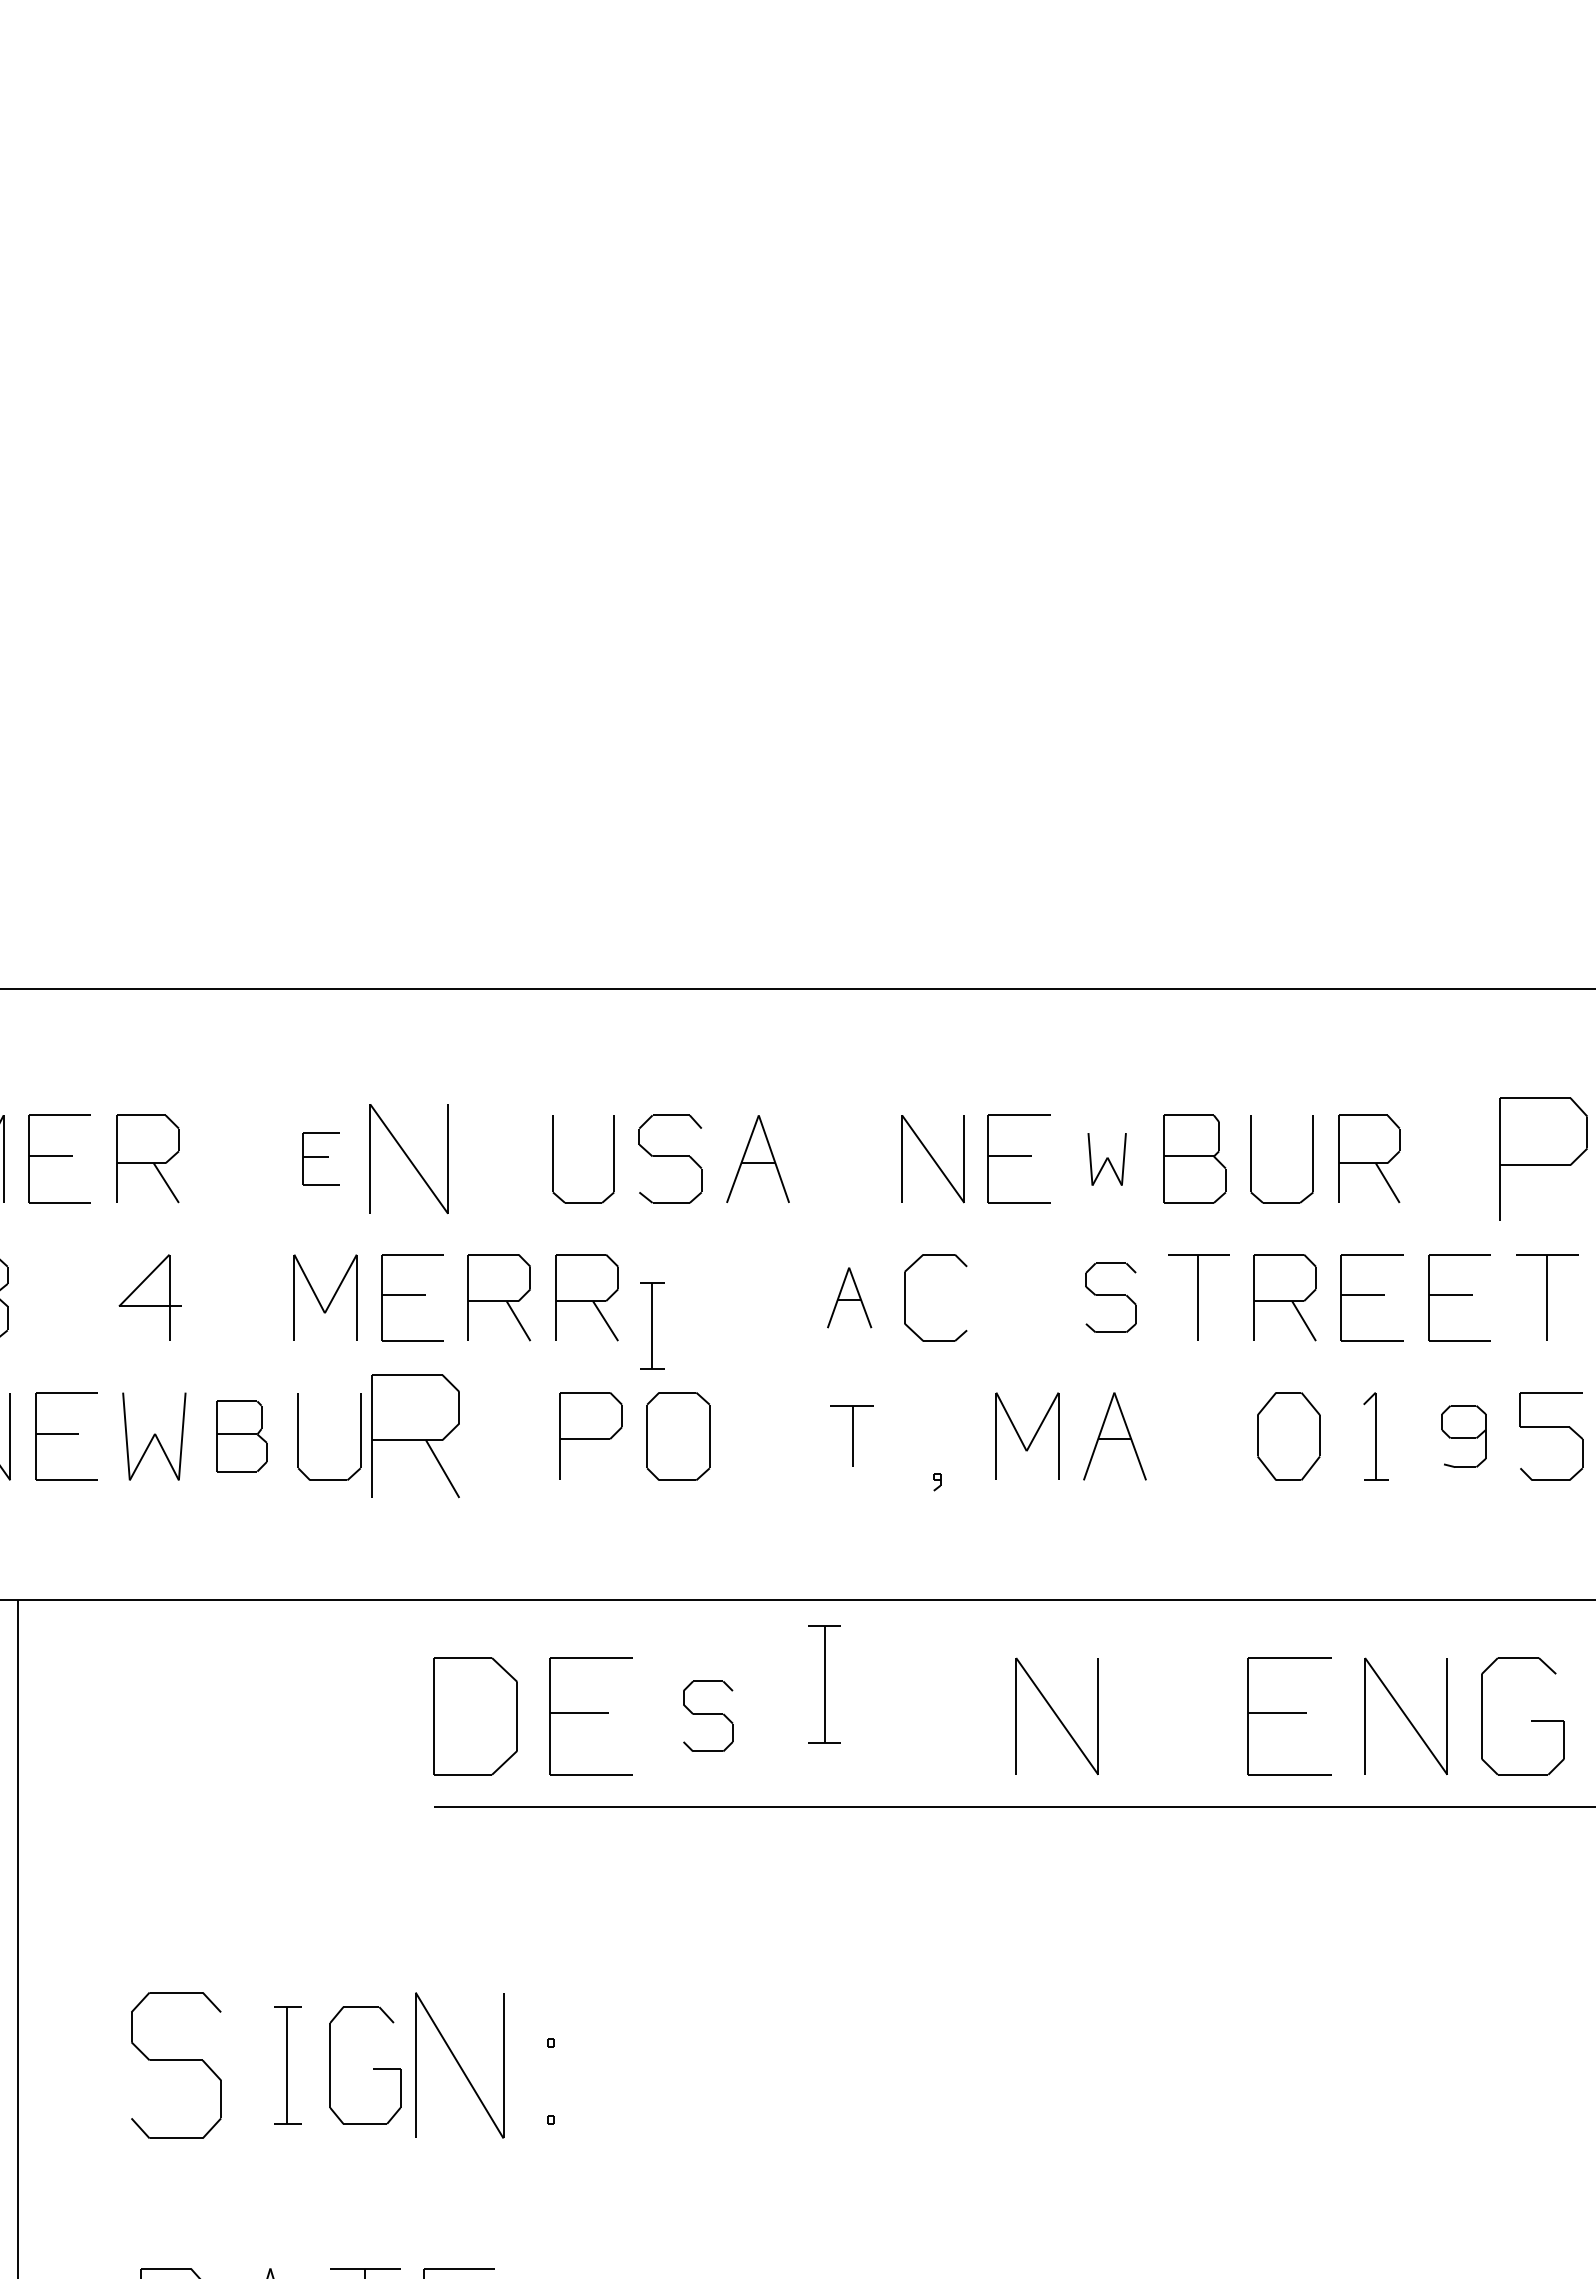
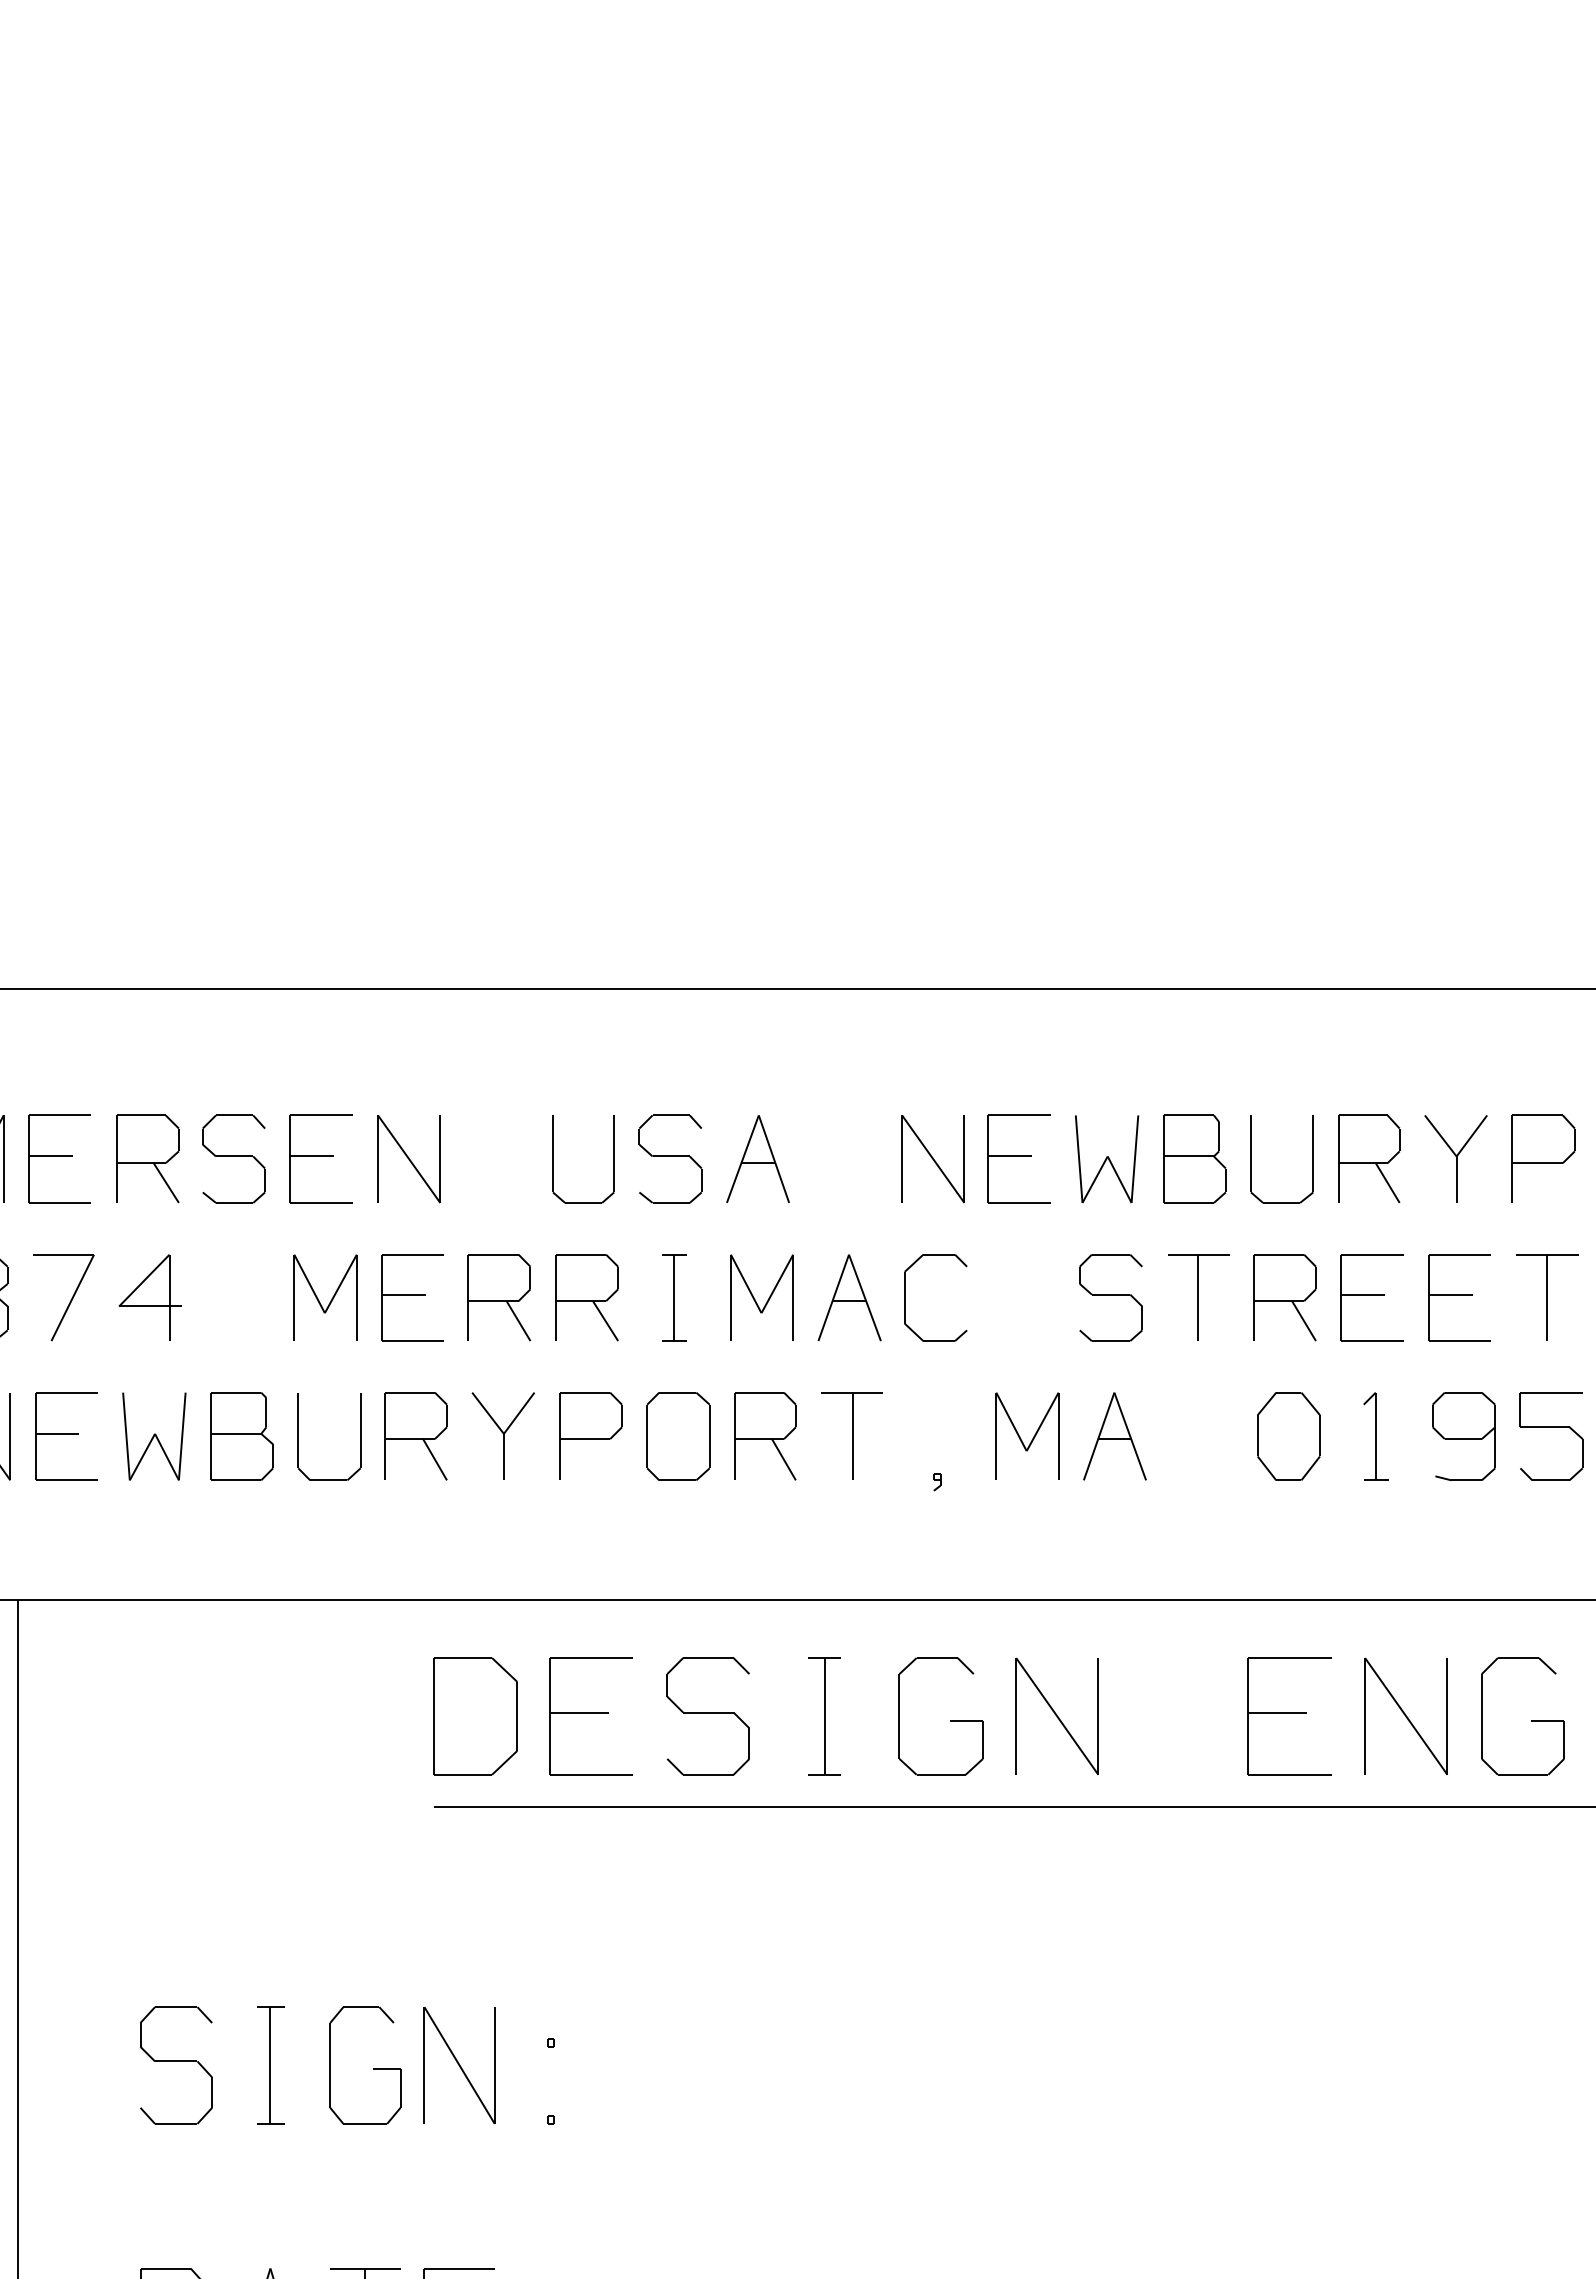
part at (233, 1158): none -> present
part at (320, 1158) size: 38x54 px -> 64x90 px
part at (408, 1158) size: 80x110 px -> 64x89 px
part at (1455, 1158): none -> present
part at (1543, 1158) size: 89x124 px -> 65x89 px
part at (1106, 1159) size: 40x53 px -> 65x89 px
part at (849, 1297) size: 46x62 px -> 65x88 px
part at (1110, 1297) size: 52x71 px -> 64x88 px
part at (755, 1299): none -> present
part at (70, 1300): none -> present
part at (652, 1325) position: (652, 1325) -> (674, 1297)
part at (502, 1435): none -> present
part at (851, 1435) size: 44x62 px -> 62x88 px
part at (241, 1436) size: 52x73 px -> 64x89 px
part at (415, 1436) size: 89x125 px -> 64x89 px
part at (765, 1436): none -> present
part at (1463, 1436) size: 46x63 px -> 64x89 px
part at (824, 1684) position: (824, 1684) -> (824, 1716)
part at (708, 1715) size: 51x72 px -> 84x119 px
part at (950, 1720): none -> present
part at (176, 2065) size: 91x147 px -> 73x119 px
part at (287, 2065) position: (287, 2065) -> (270, 2065)
part at (459, 2065) size: 90x147 px -> 73x117 px
